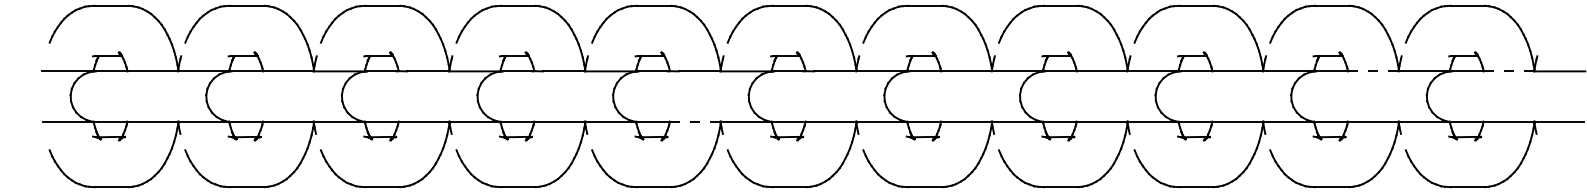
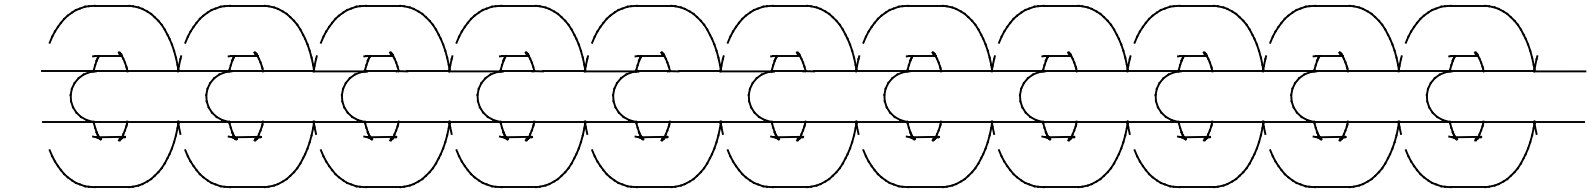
line at (1373, 71): dashed -> solid
line at (1509, 71): dashed -> solid
line at (694, 121): dashed -> solid
